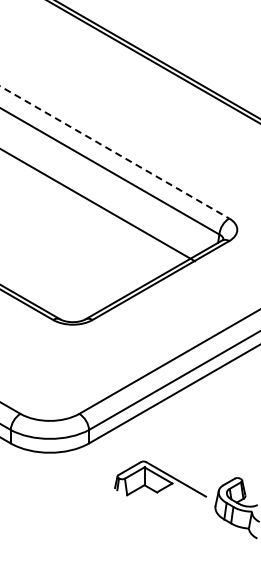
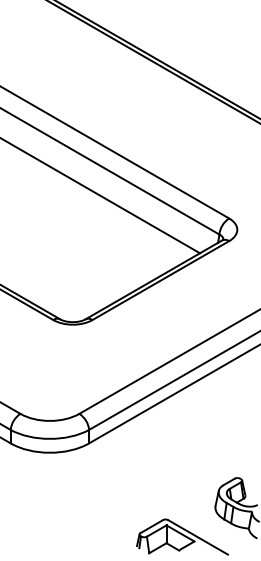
line at (114, 152): dashed -> solid
line at (98, 205) position: (98, 205) -> (101, 196)
part at (160, 478) position: (160, 478) -> (182, 536)
